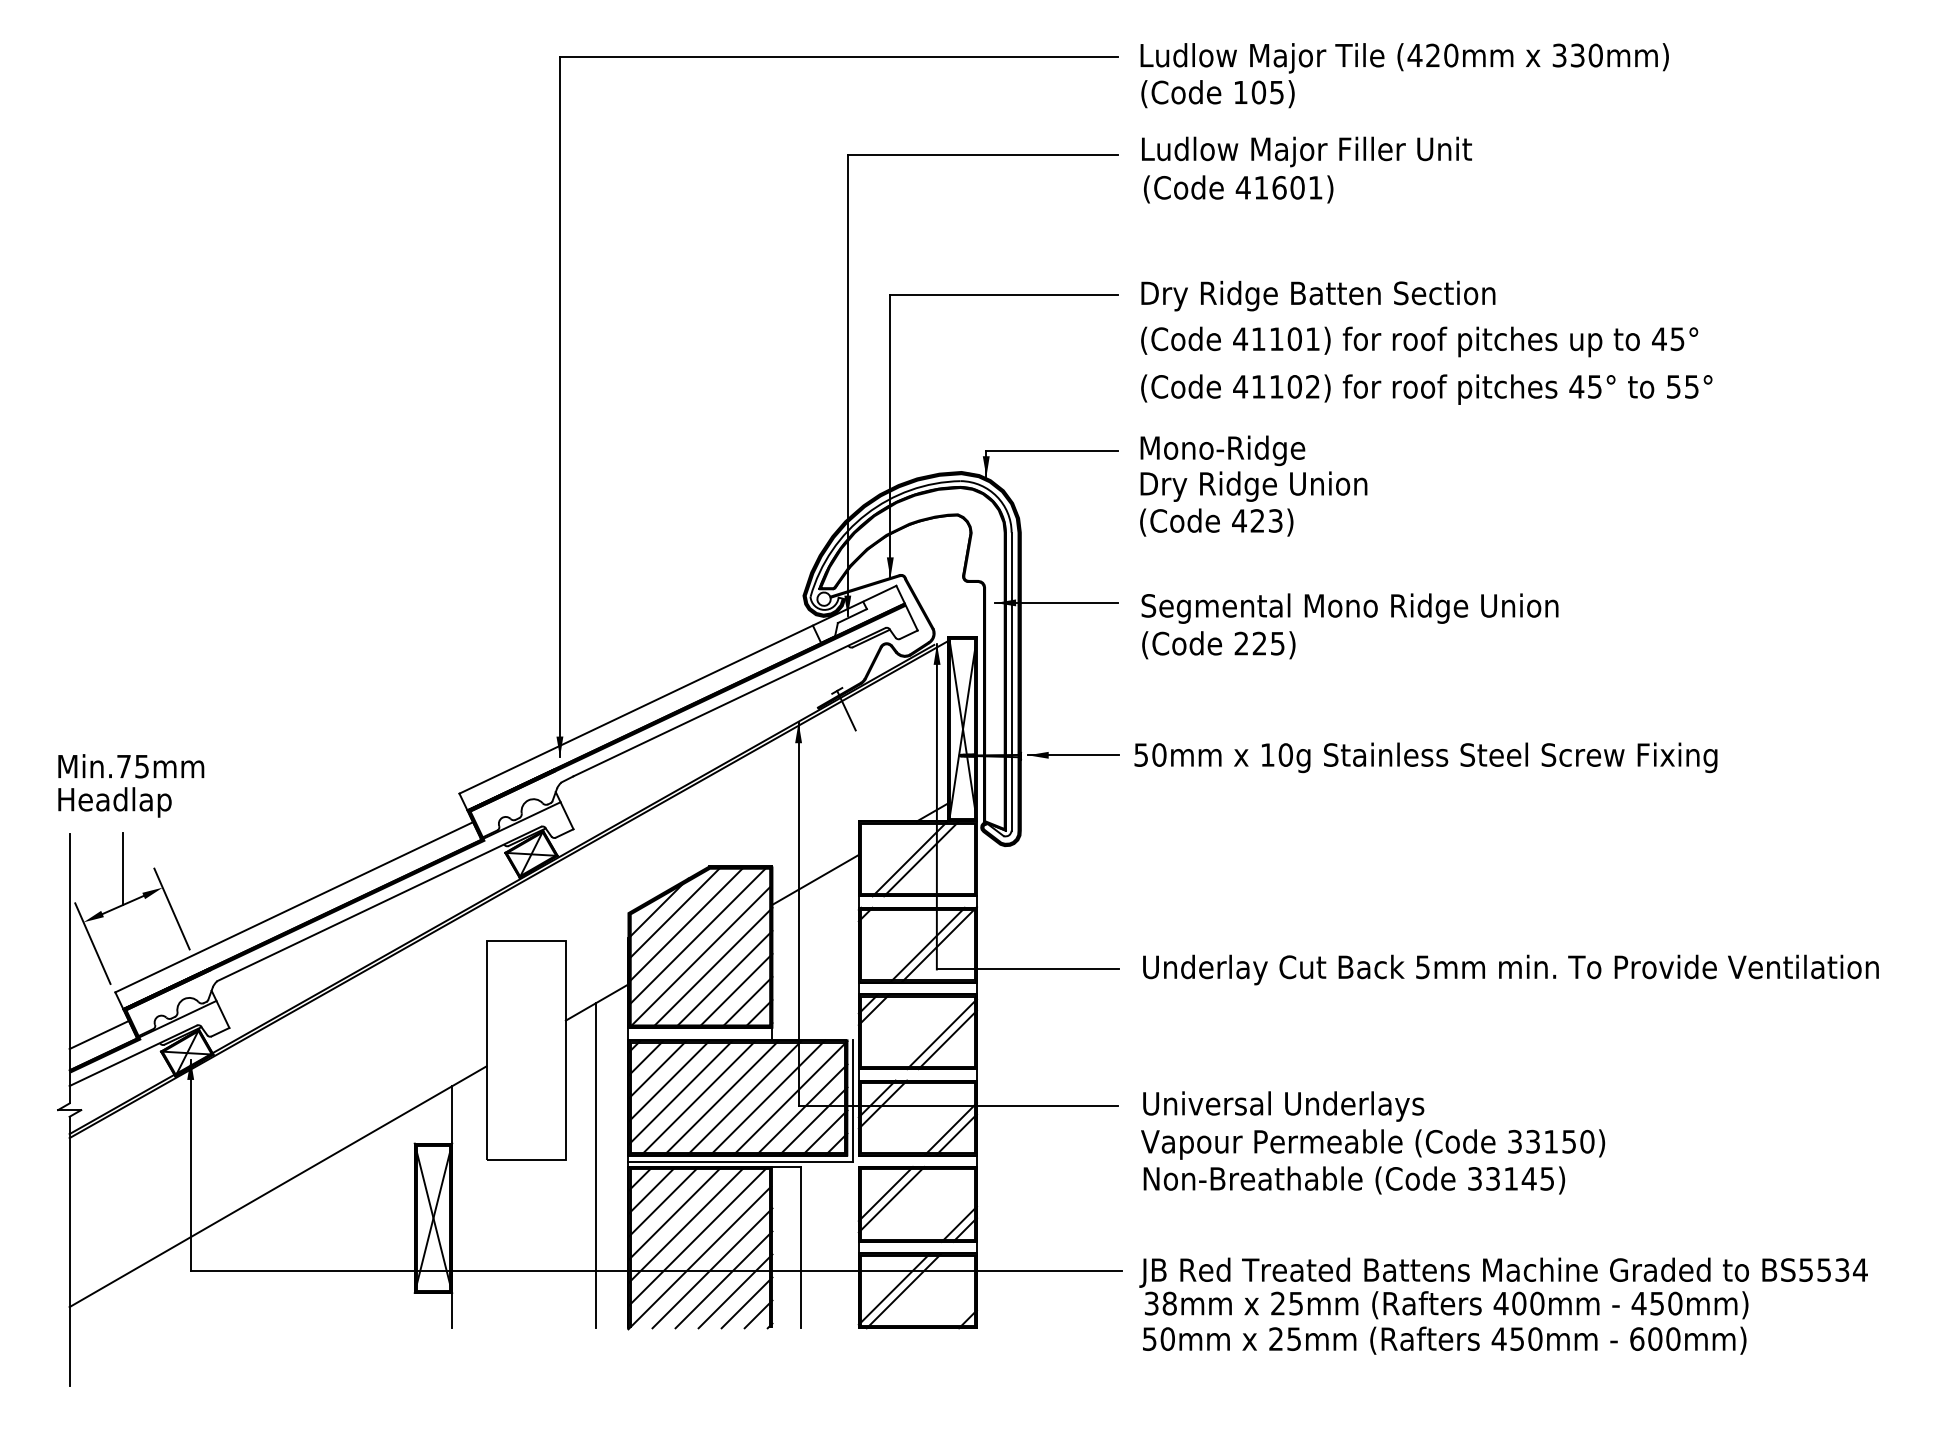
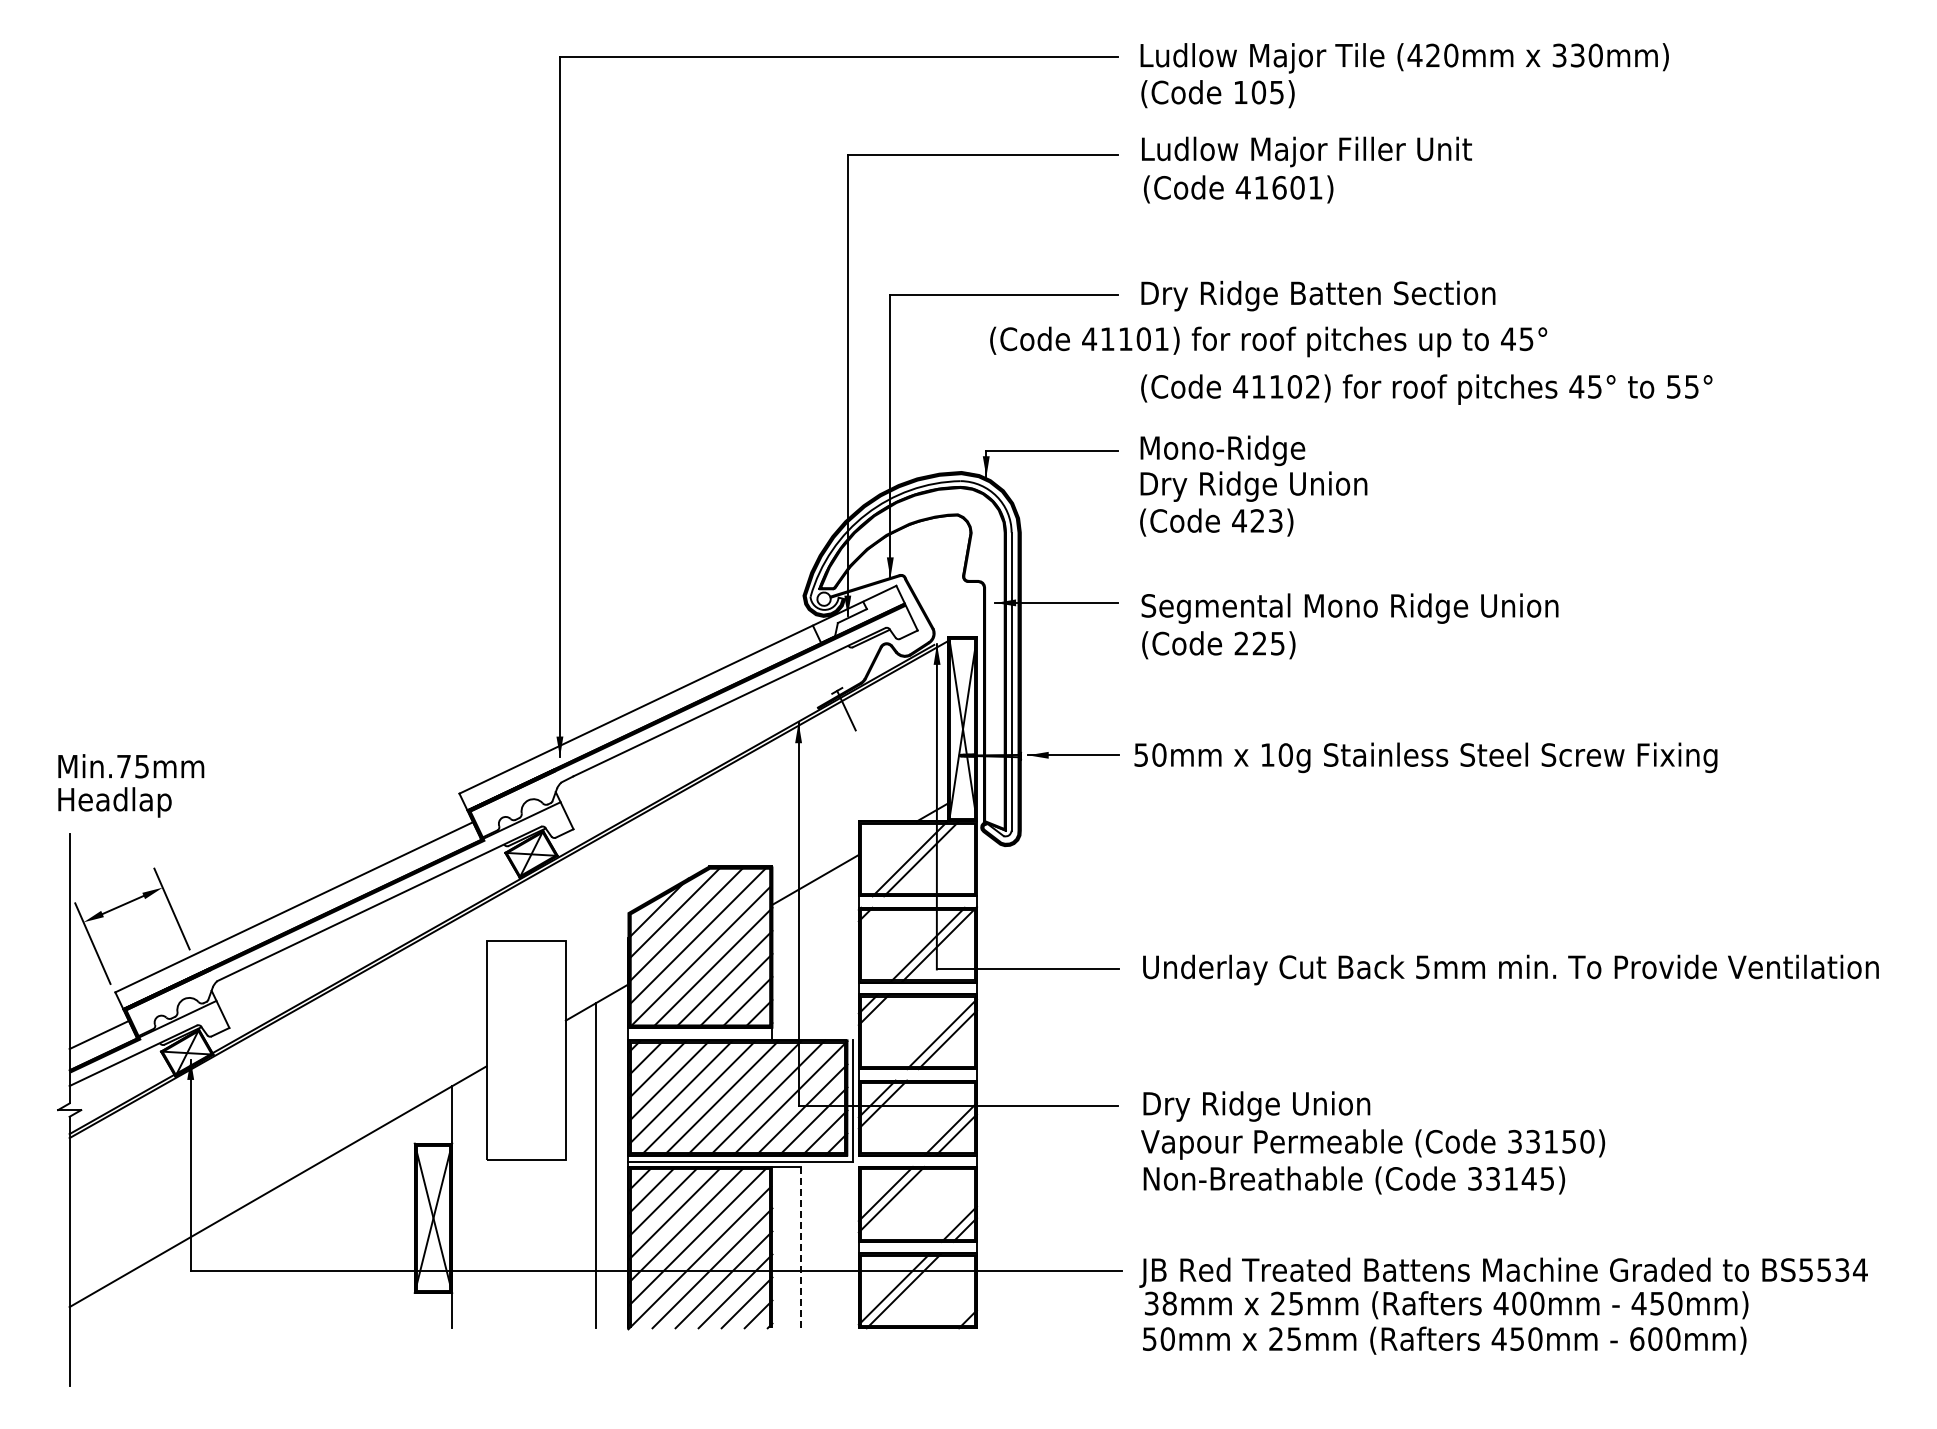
text at (1419, 341) position: (1419, 341) -> (1268, 341)
line at (123, 868): present -> none
text at (1283, 1106): Universal Underlays -> Dry Ridge Union
line at (801, 1247): solid -> dashed
